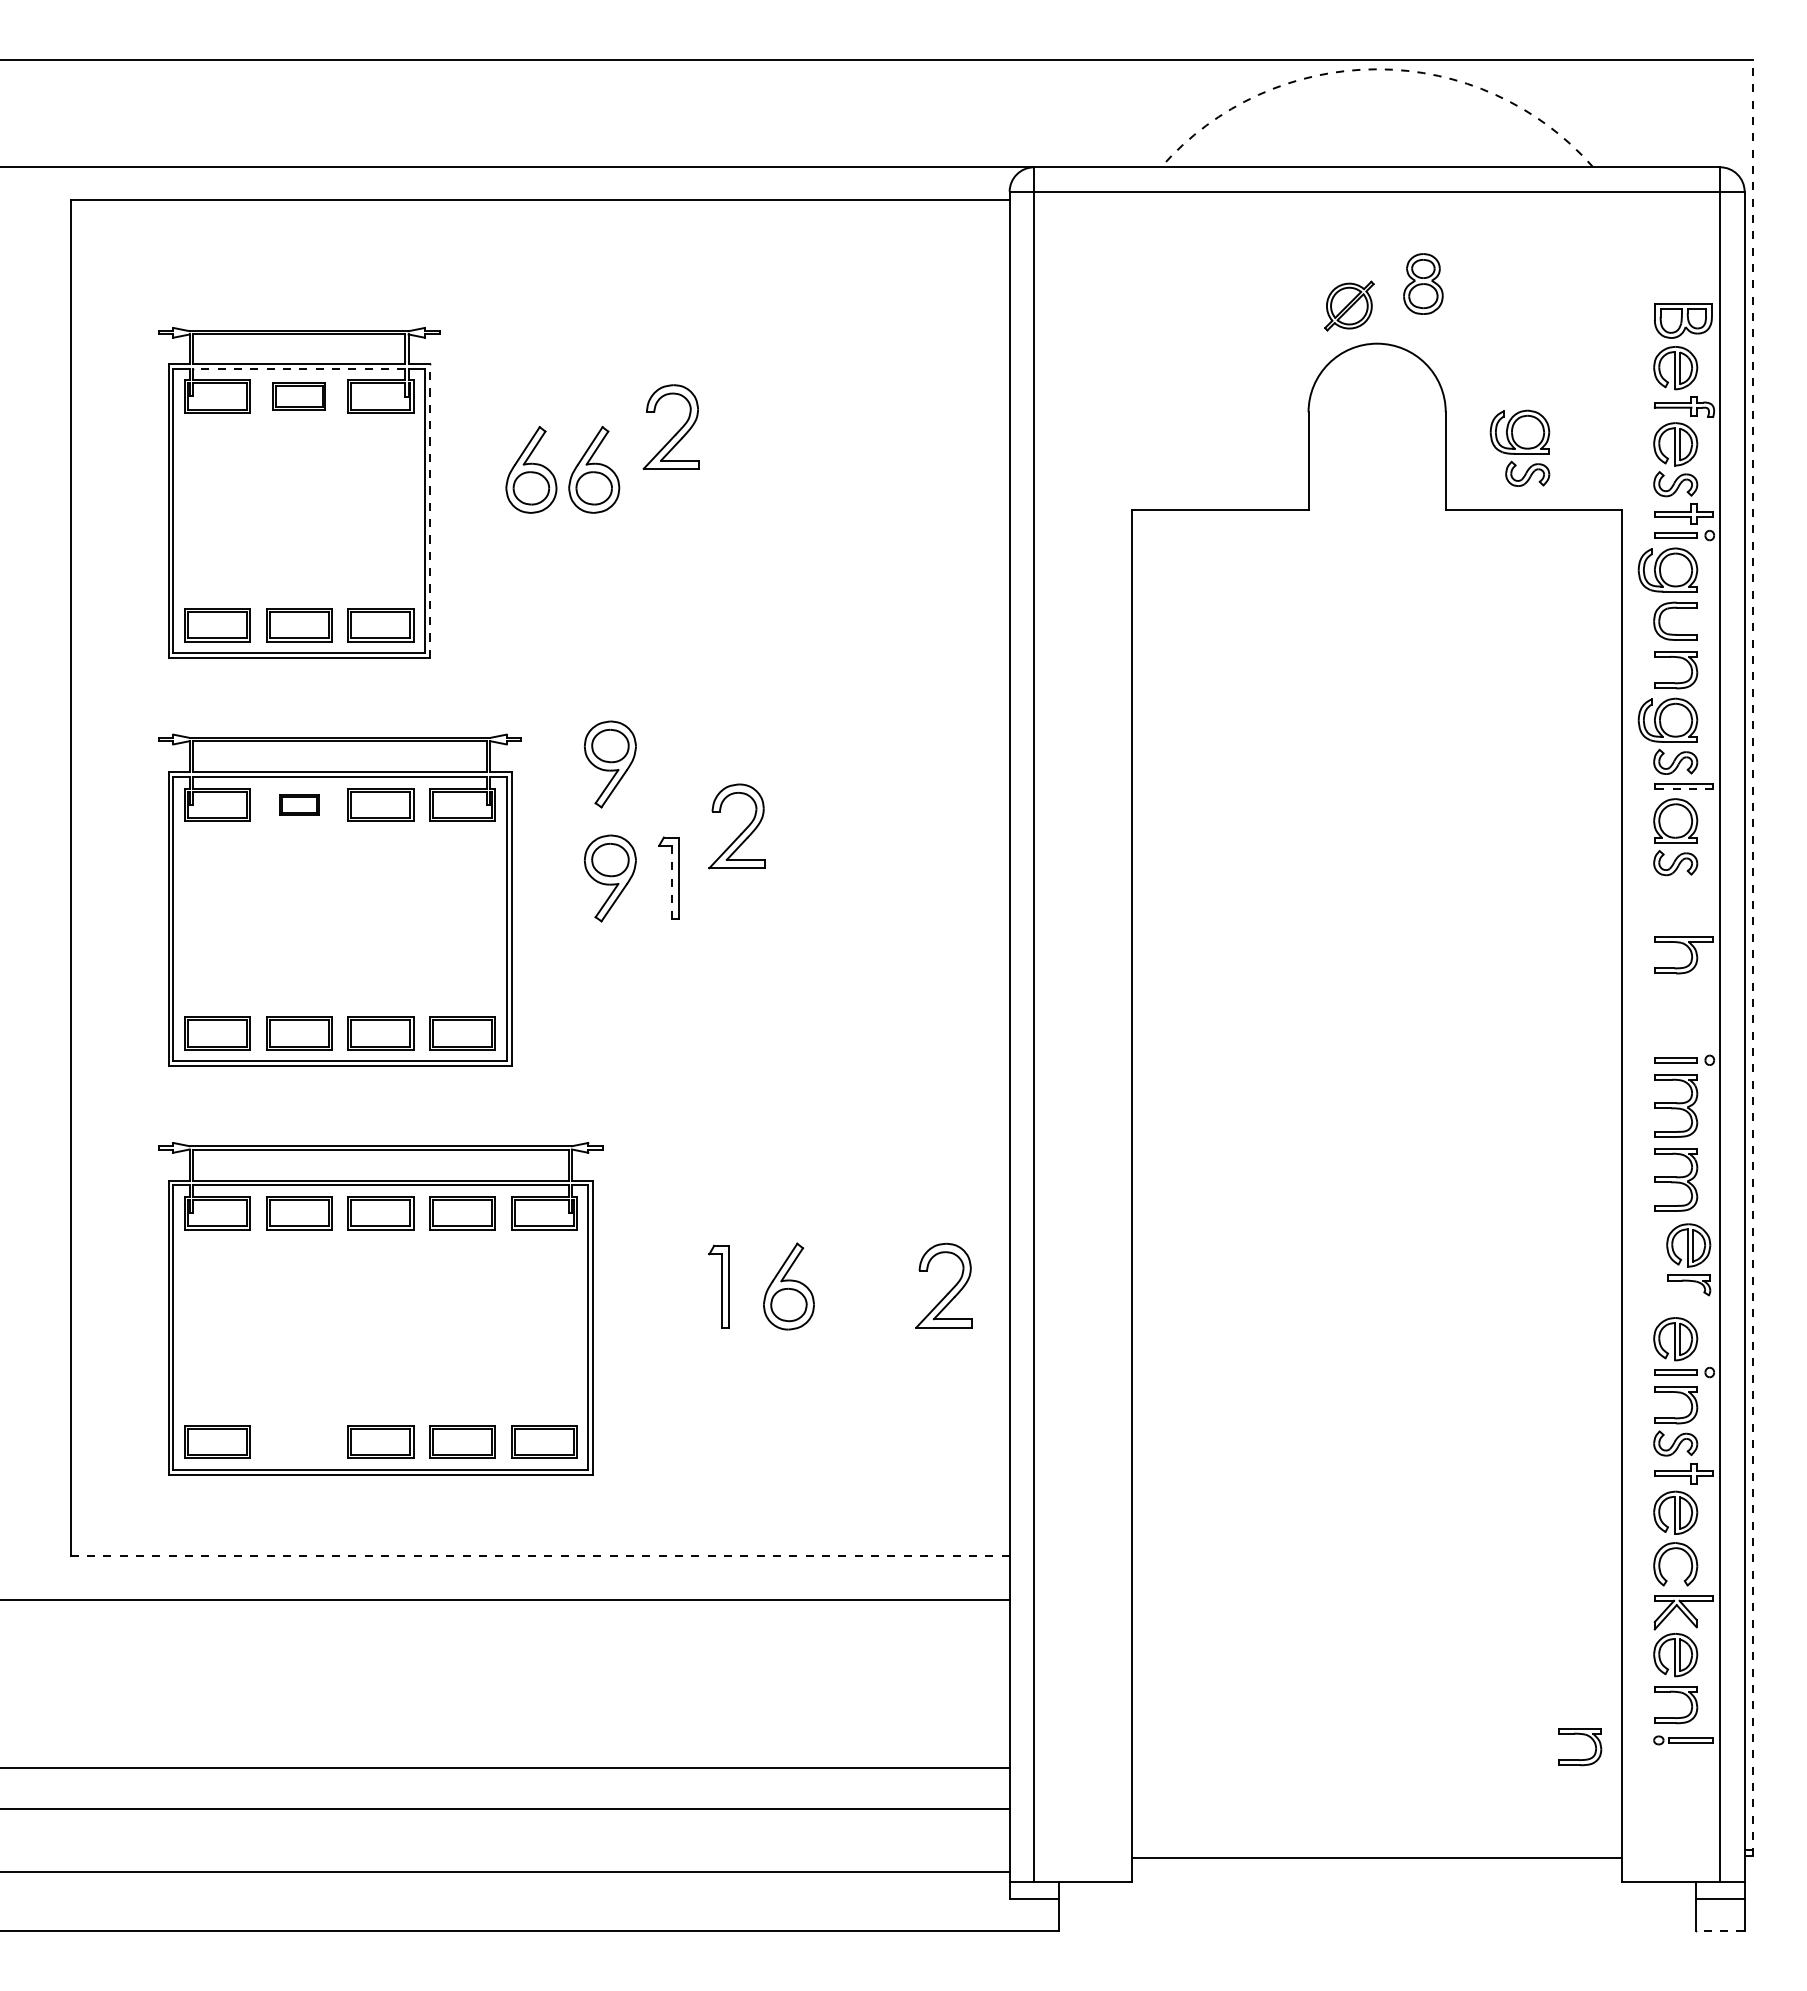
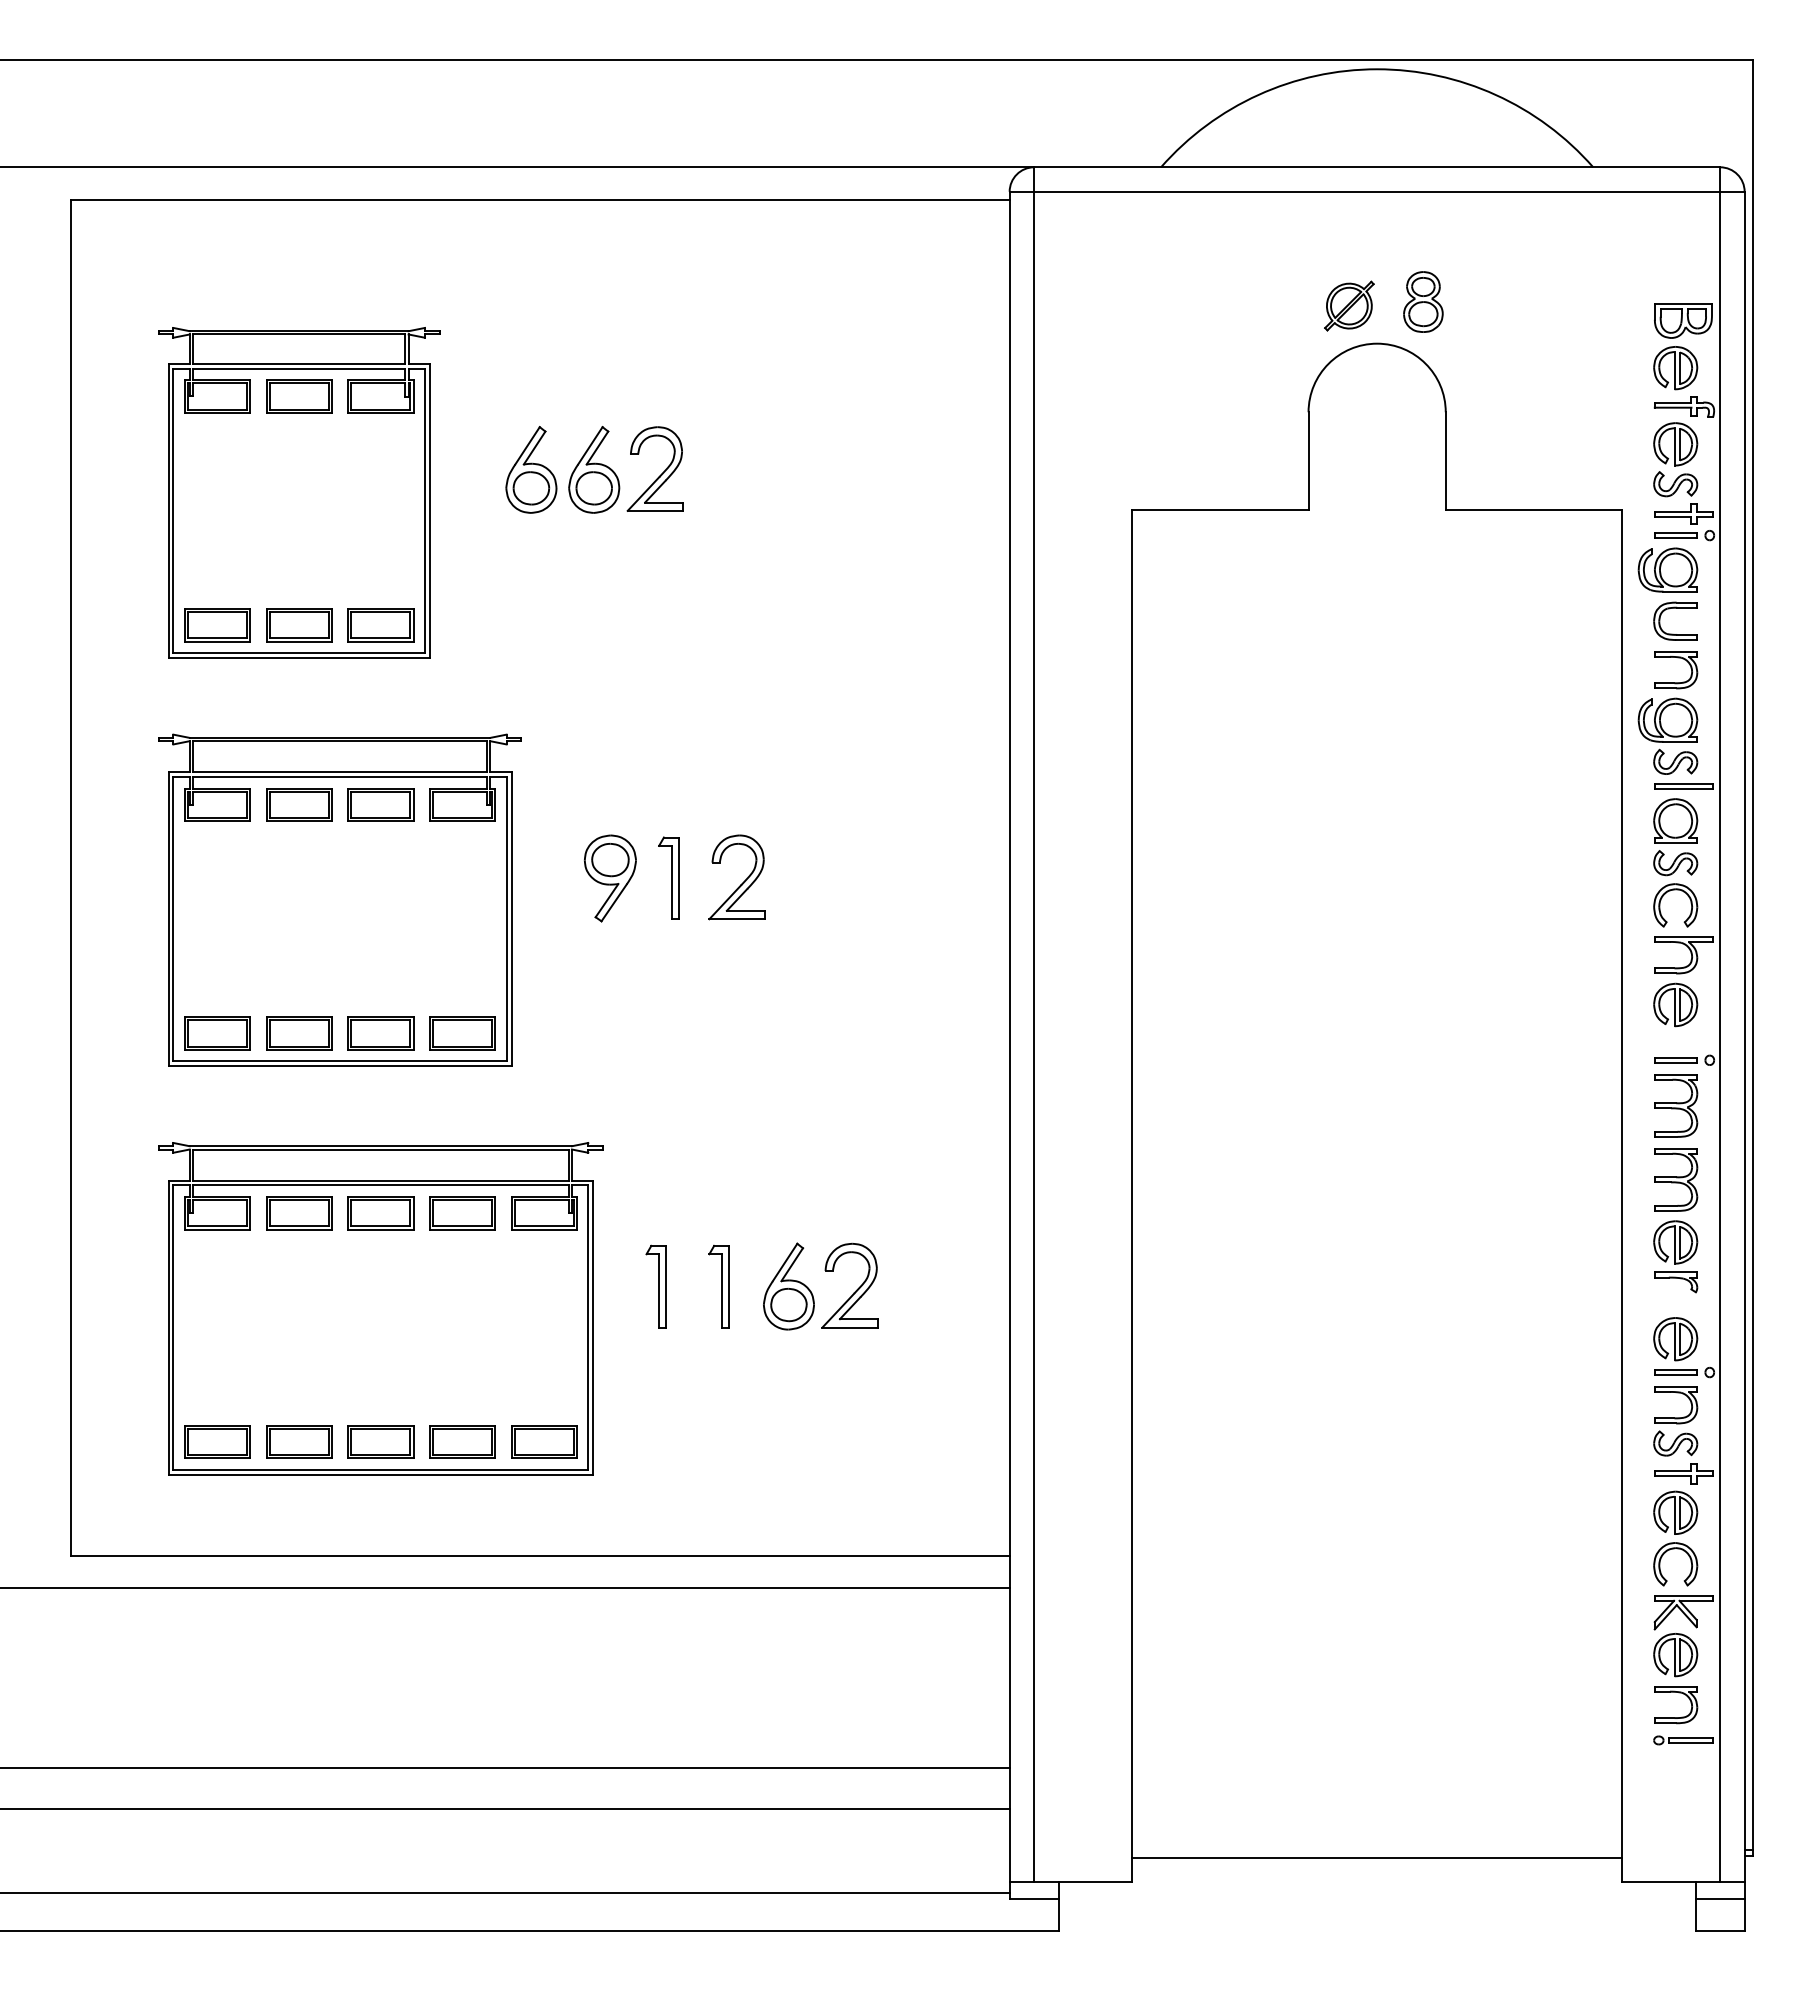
arc at (1377, 69): dashed -> solid
part at (1423, 283) position: (1423, 283) -> (1423, 301)
line at (298, 368): dashed -> solid
part at (298, 396) size: 54x29 px -> 67x35 px
part at (676, 432) position: (676, 432) -> (660, 474)
part at (1519, 447): present -> none
line at (429, 510): dashed -> solid
part at (609, 764): present -> none
line at (1683, 788): dashed -> solid
part at (299, 804) size: 41x22 px -> 67x34 px
part at (742, 831) position: (742, 831) -> (742, 882)
line at (671, 882): dashed -> solid
part at (1662, 898): none -> present
line at (1752, 957): dashed -> solid
part at (1675, 1004): none -> present
part at (1688, 1259) position: (1688, 1259) -> (1675, 1256)
part at (655, 1286): none -> present
part at (949, 1290) position: (949, 1290) -> (855, 1290)
part at (299, 1441): none -> present
line at (540, 1555): dashed -> solid
line at (505, 1600) position: (505, 1600) -> (505, 1588)
part at (1580, 1759): present -> none
line at (505, 1872) position: (505, 1872) -> (505, 1893)
line at (1719, 1931): dashed -> solid
